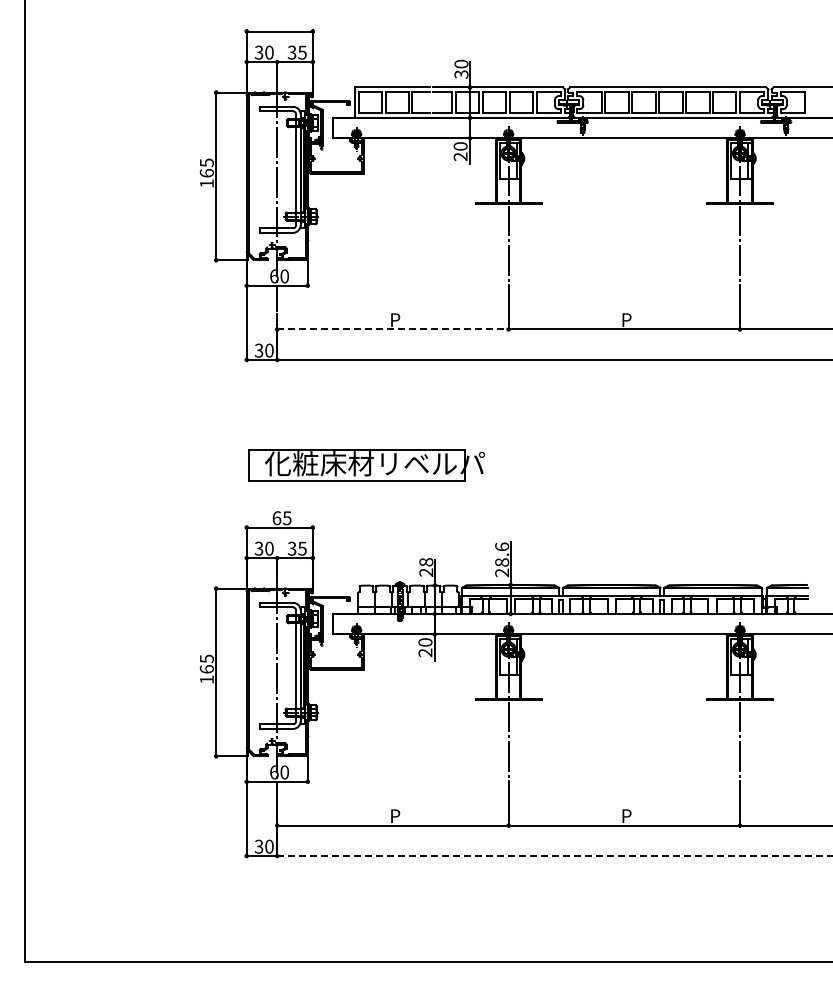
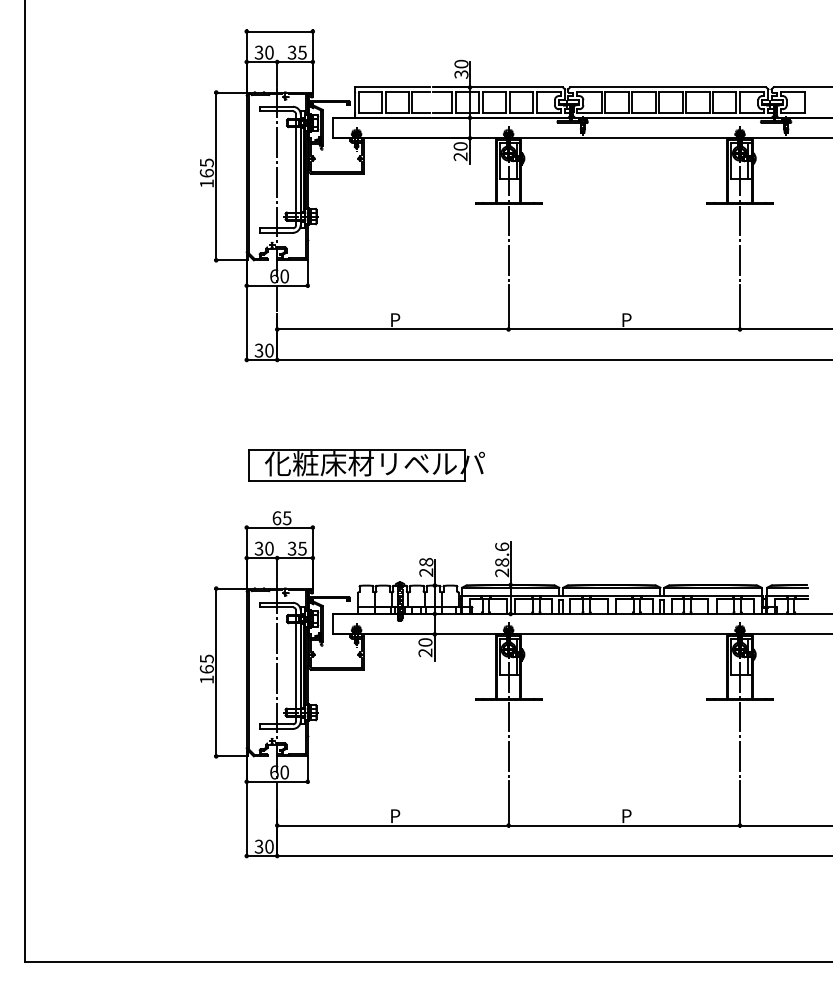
line at (392, 329): dashed -> solid
line at (555, 856): dashed -> solid
